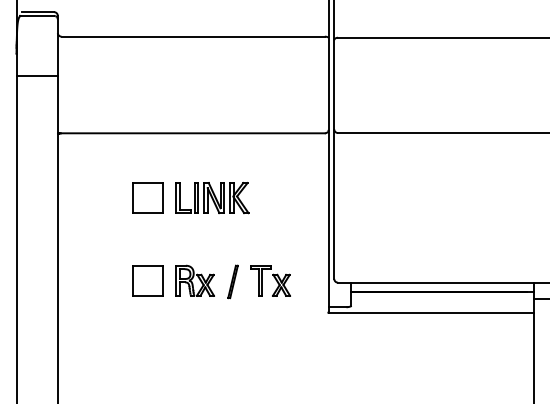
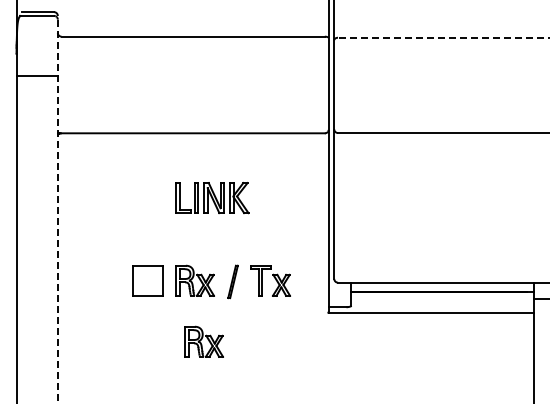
line at (443, 37): solid -> dashed
part at (147, 197): present -> none
line at (57, 209): solid -> dashed
part at (203, 341): none -> present
